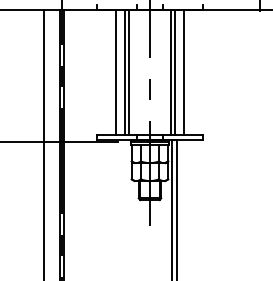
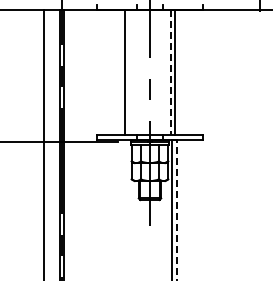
line at (116, 72): present -> none
line at (129, 72): present -> none
line at (170, 72): solid -> dashed
line at (183, 72): present -> none
line at (176, 209): solid -> dashed
